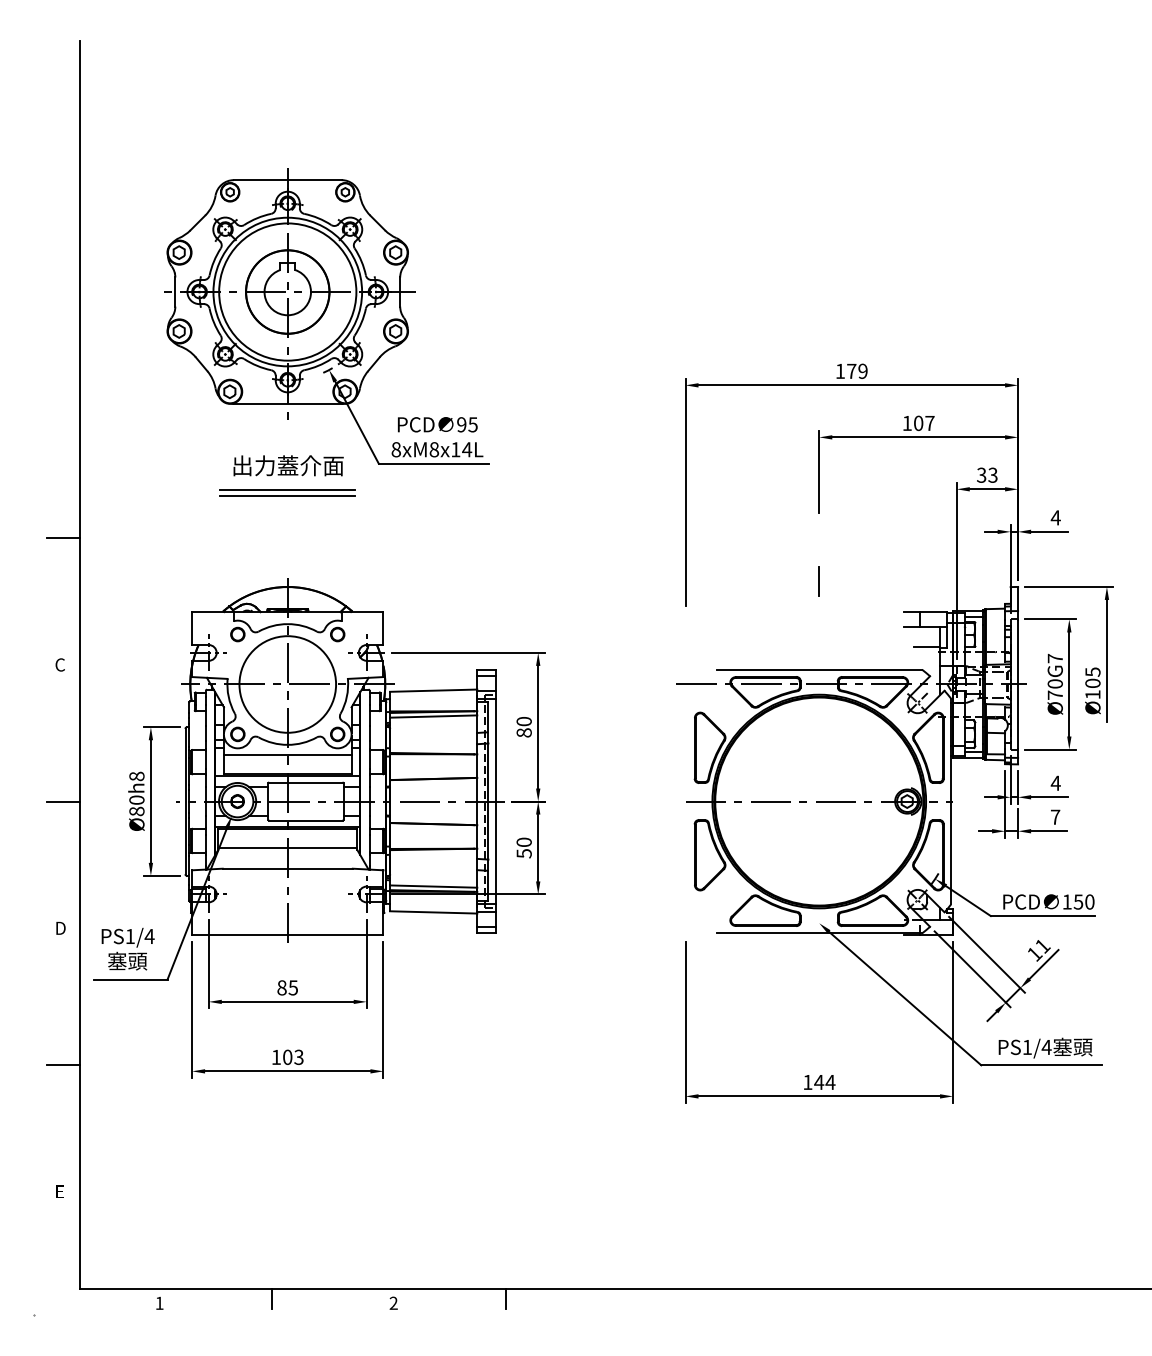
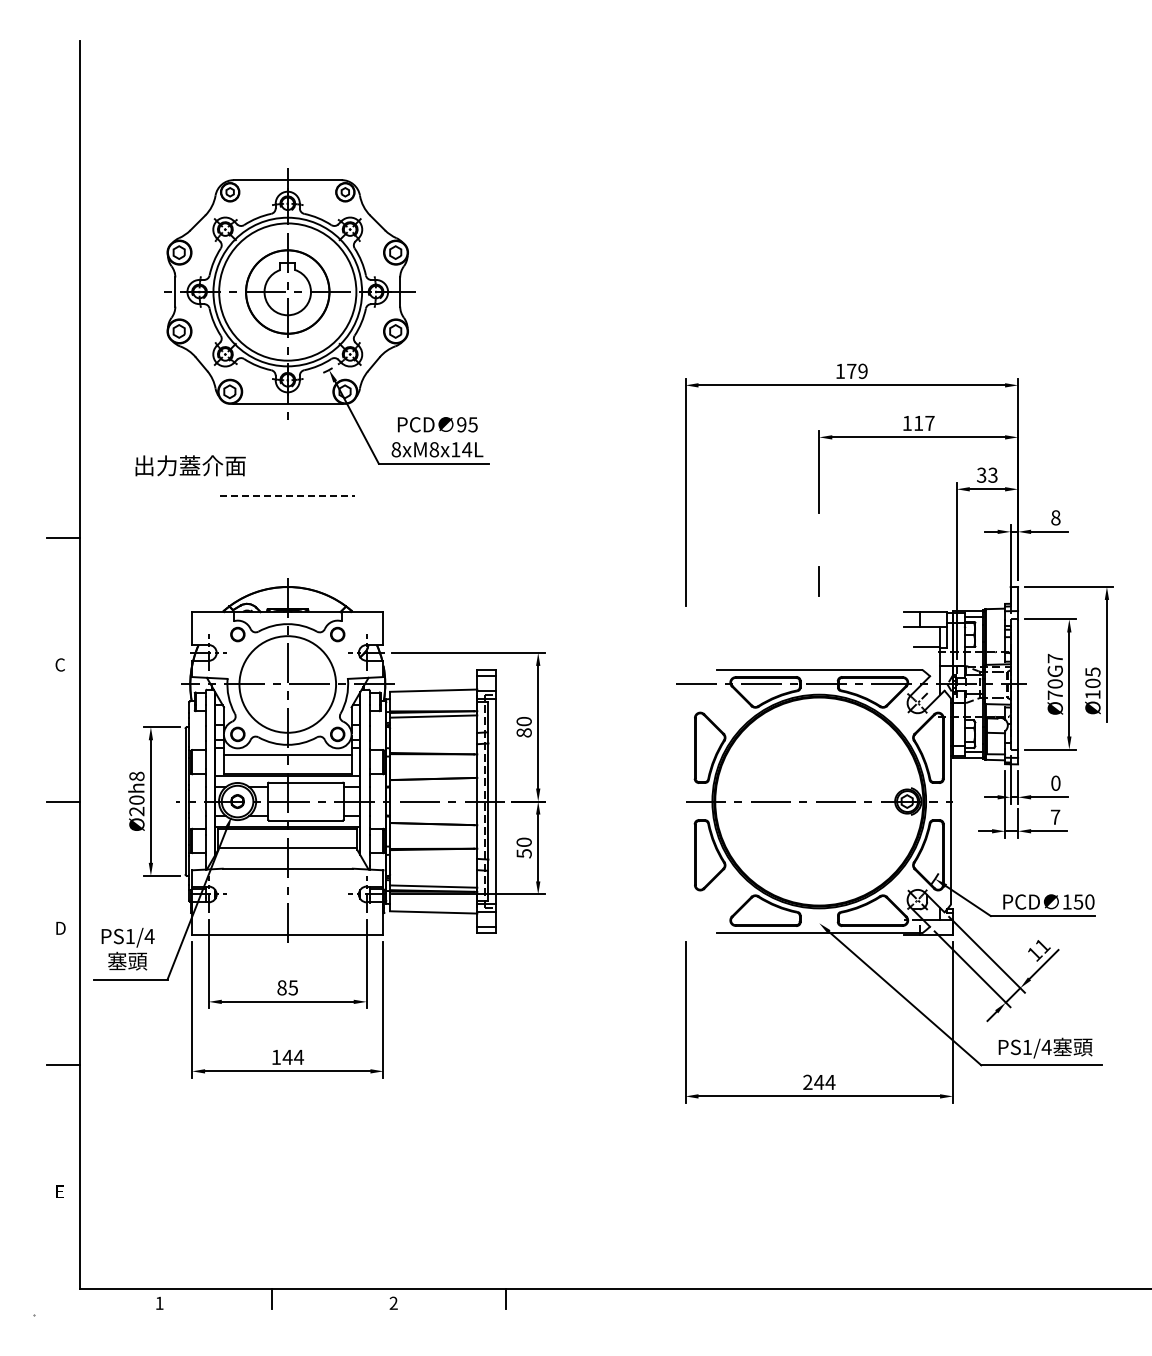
text at (918, 423): 107 -> 117
text at (288, 465) position: (288, 465) -> (190, 465)
line at (287, 490): present -> none
line at (288, 496): solid -> dashed
text at (1055, 517): 4 -> 8
text at (1055, 782): 4 -> 0
text at (136, 811): Ø80h8 -> Ø20h8
text at (293, 1057): 103 -> 144
text at (807, 1081): 144 -> 244
